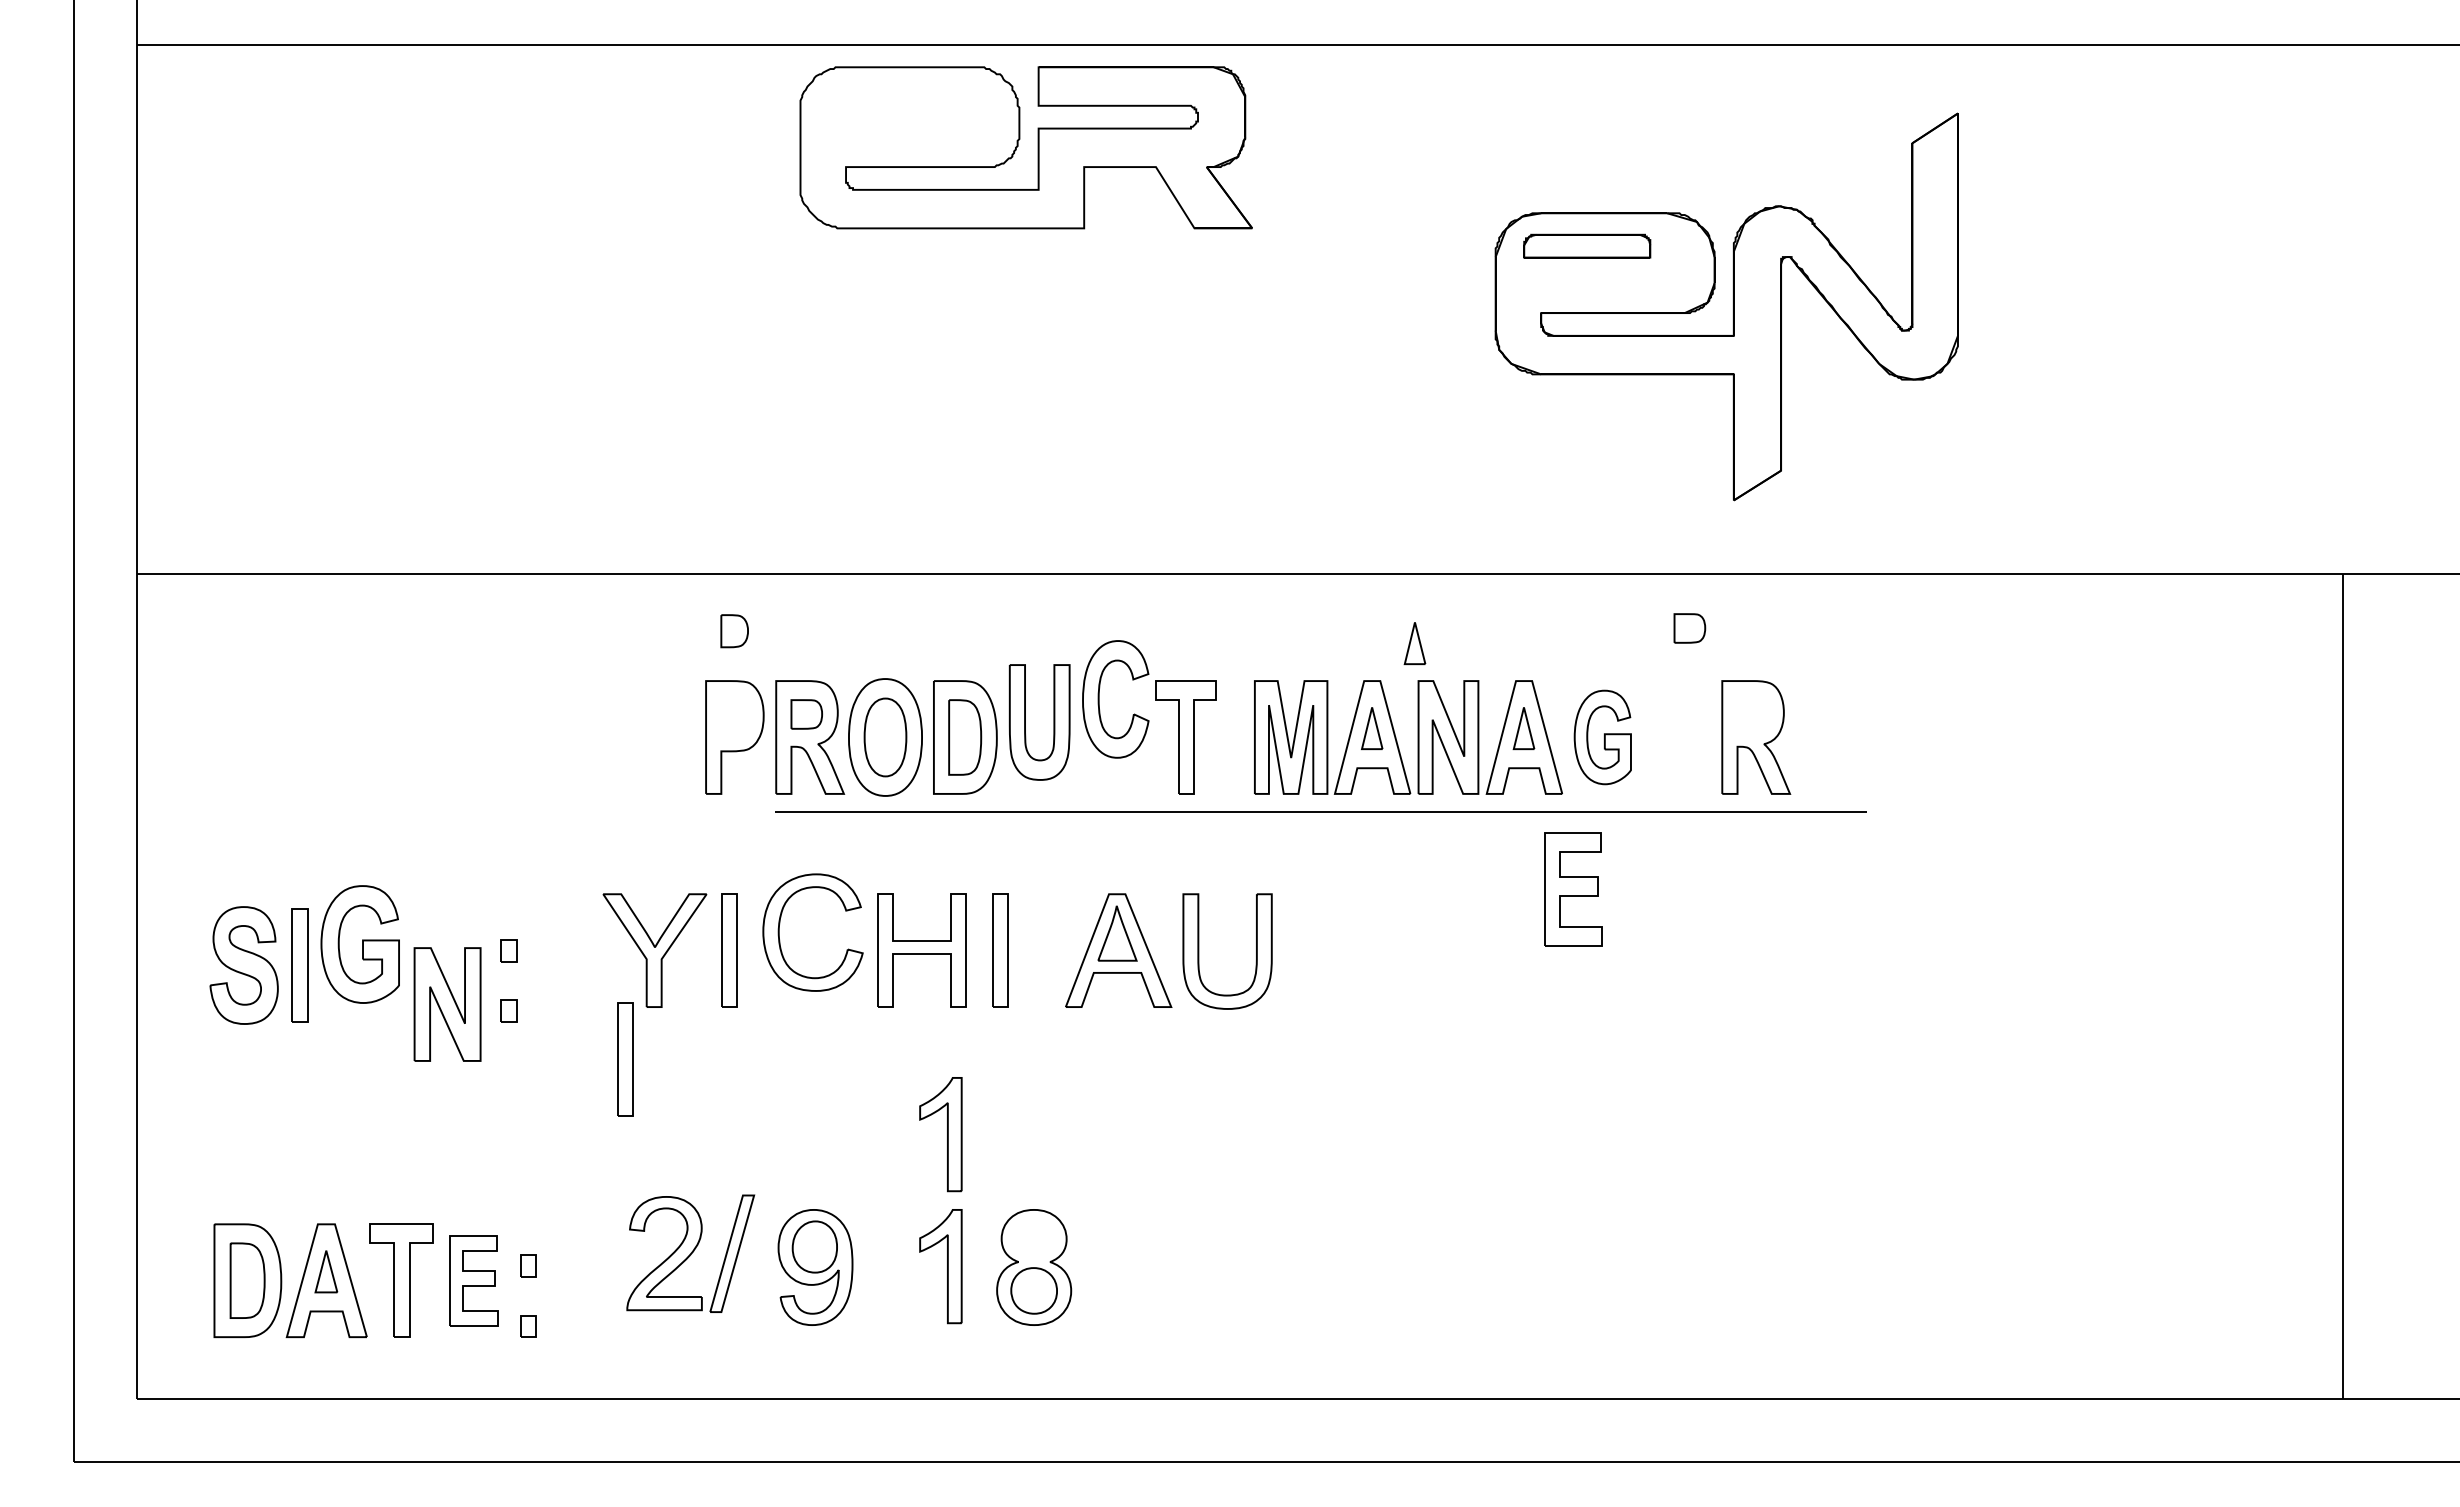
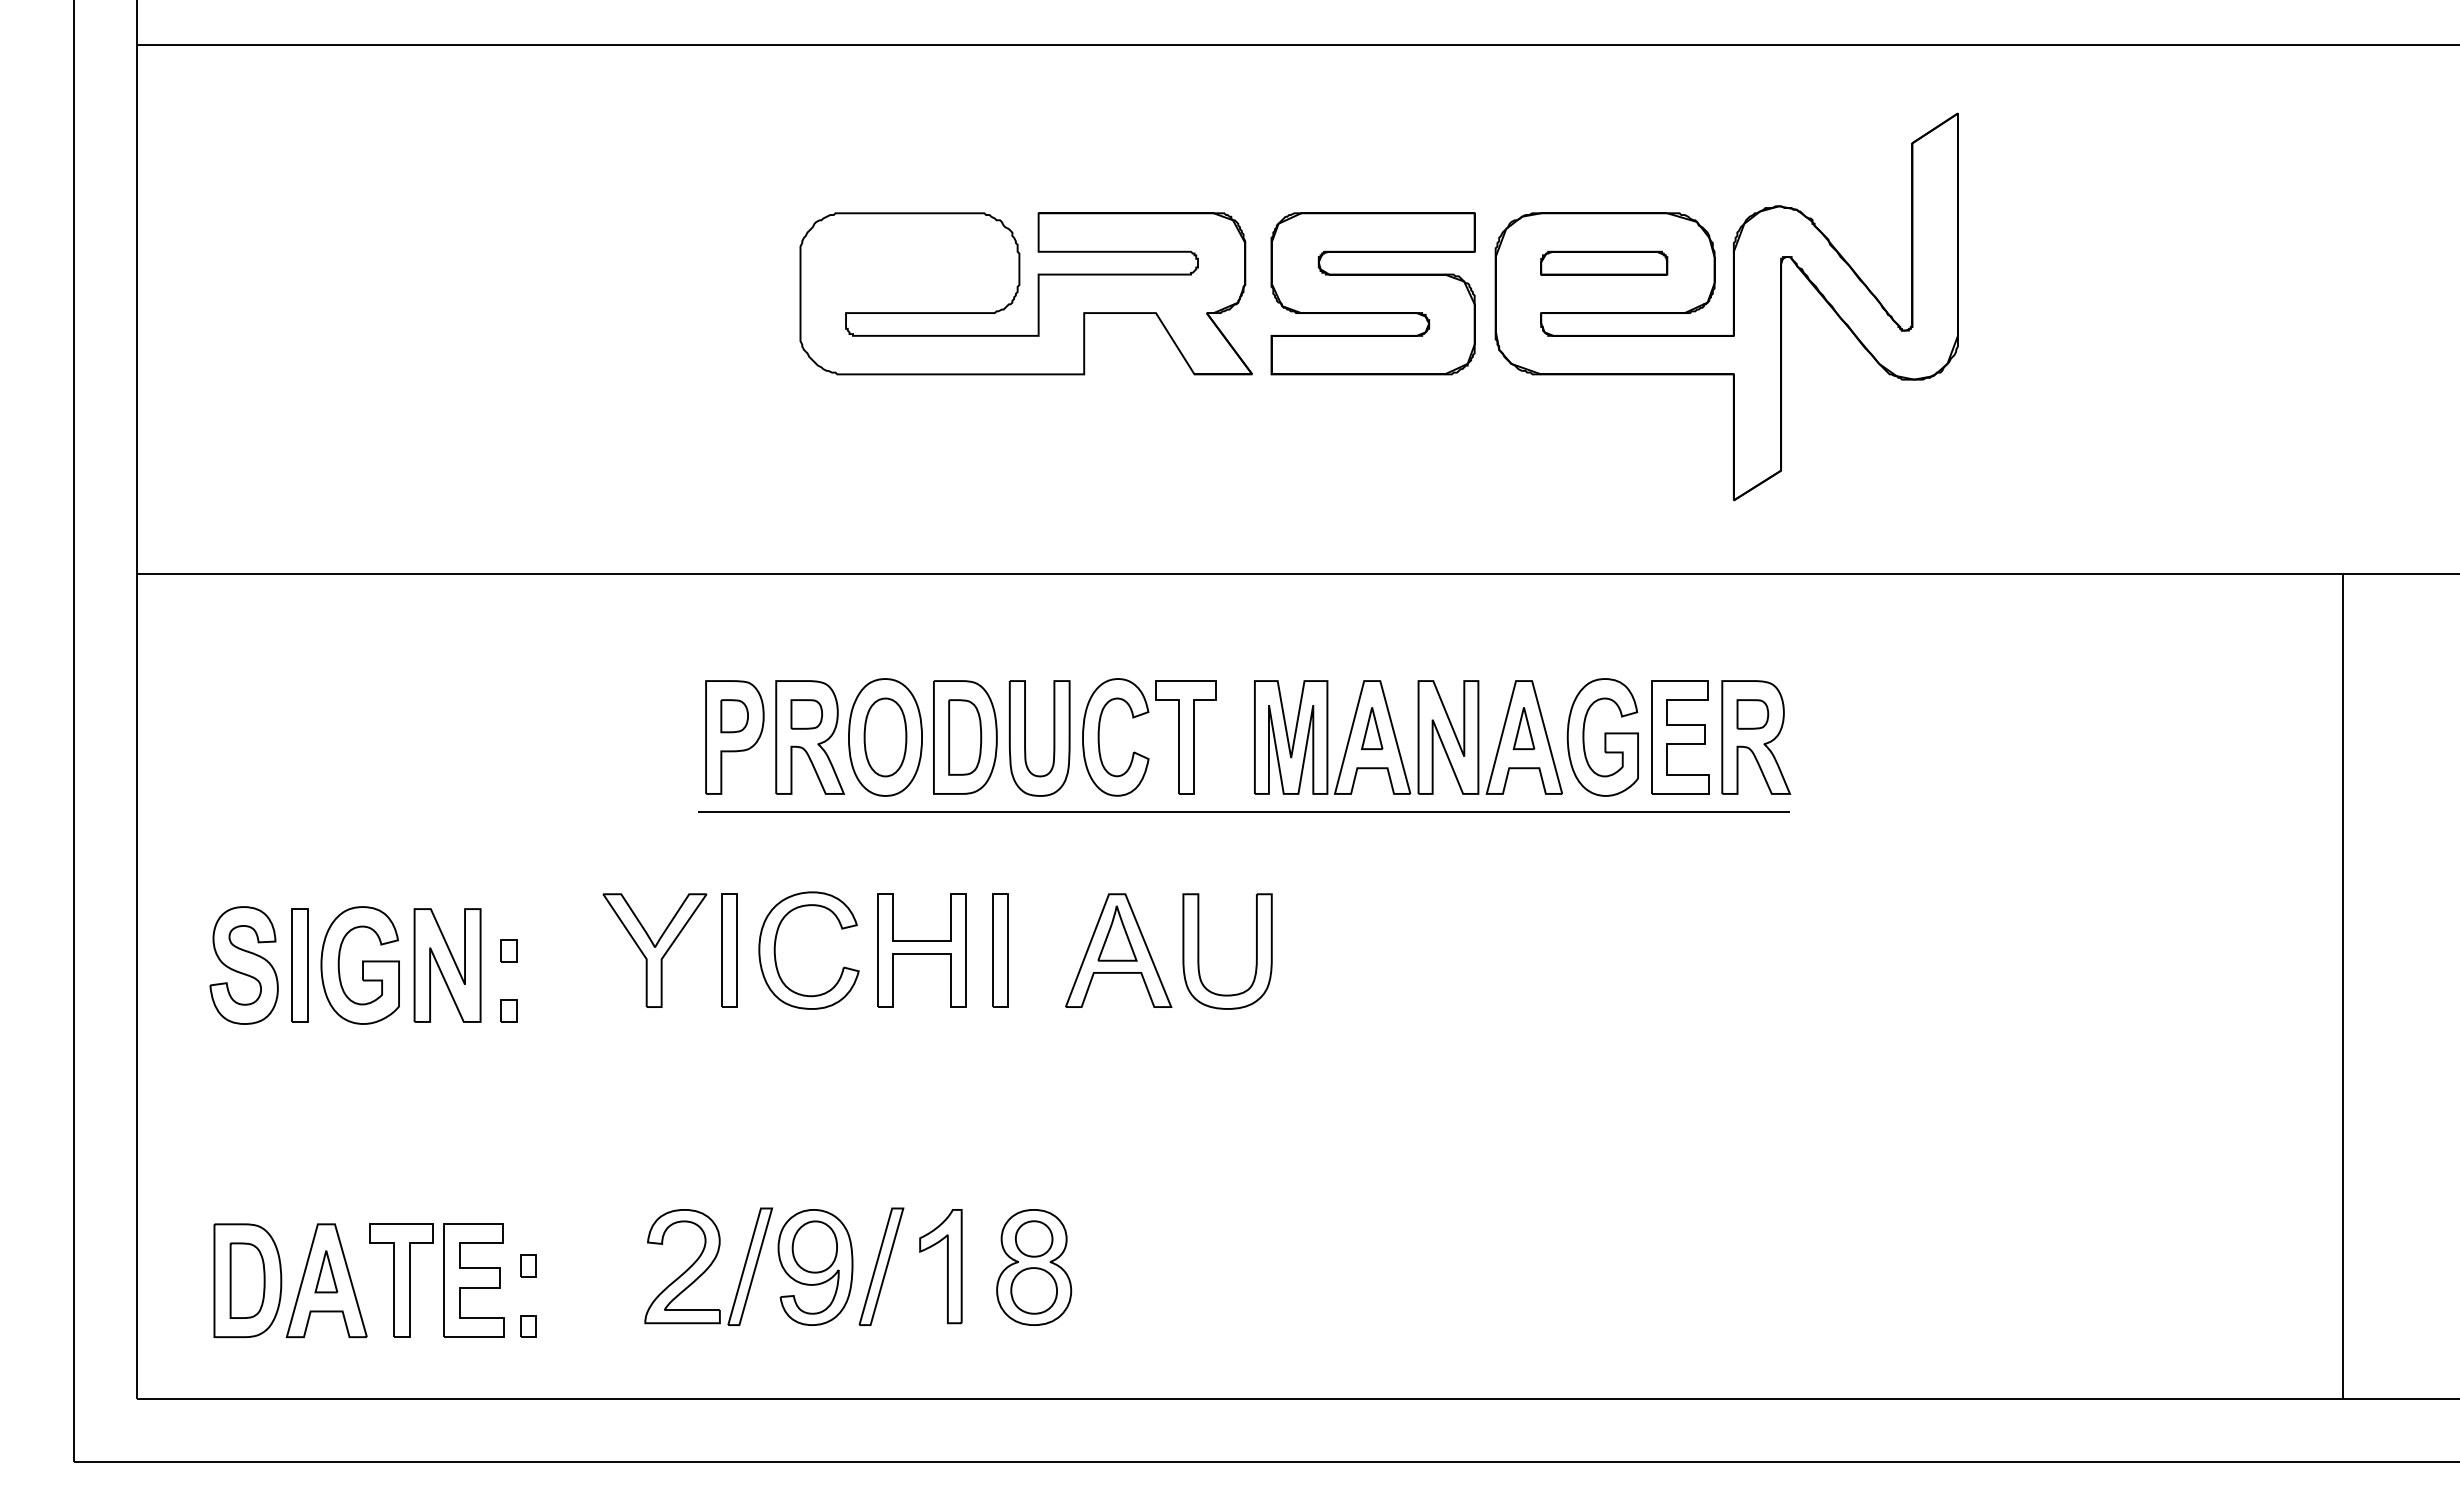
part at (1018, 146) position: (1018, 146) -> (1018, 292)
part at (1587, 245) position: (1587, 245) -> (1604, 262)
part at (1372, 293): none -> present
part at (1689, 628) position: (1689, 628) -> (1752, 714)
part at (734, 631) position: (734, 631) -> (734, 716)
part at (1414, 643): present -> none
part at (1099, 699) position: (1099, 699) -> (1099, 737)
part at (1025, 722) position: (1025, 722) -> (1025, 738)
part at (1602, 737) size: 59x97 px -> 73x119 px
line at (1320, 811) position: (1320, 811) -> (1243, 811)
part at (1573, 889) position: (1573, 889) -> (1680, 737)
part at (780, 940) position: (780, 940) -> (776, 958)
part at (359, 944) position: (359, 944) -> (359, 965)
part at (447, 1004) position: (447, 1004) -> (447, 965)
part at (625, 1059): present -> none
part at (947, 1134): present -> none
part at (1034, 1238): none -> present
part at (690, 1253) position: (690, 1253) -> (708, 1266)
part at (881, 1266): none -> present
part at (473, 1280) size: 50x92 px -> 62x115 px
